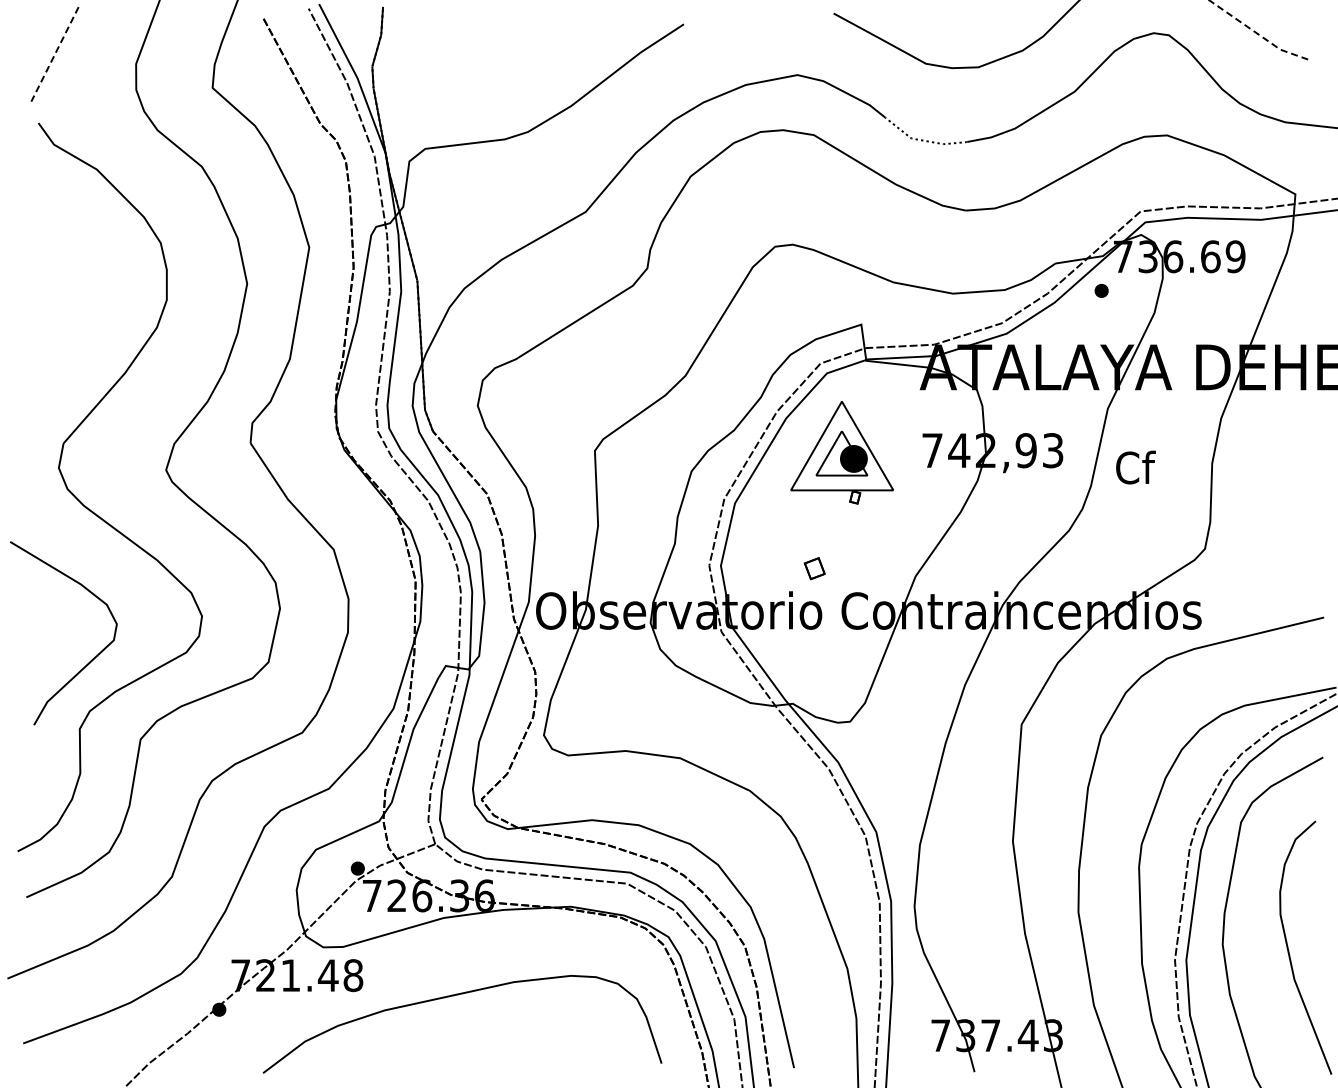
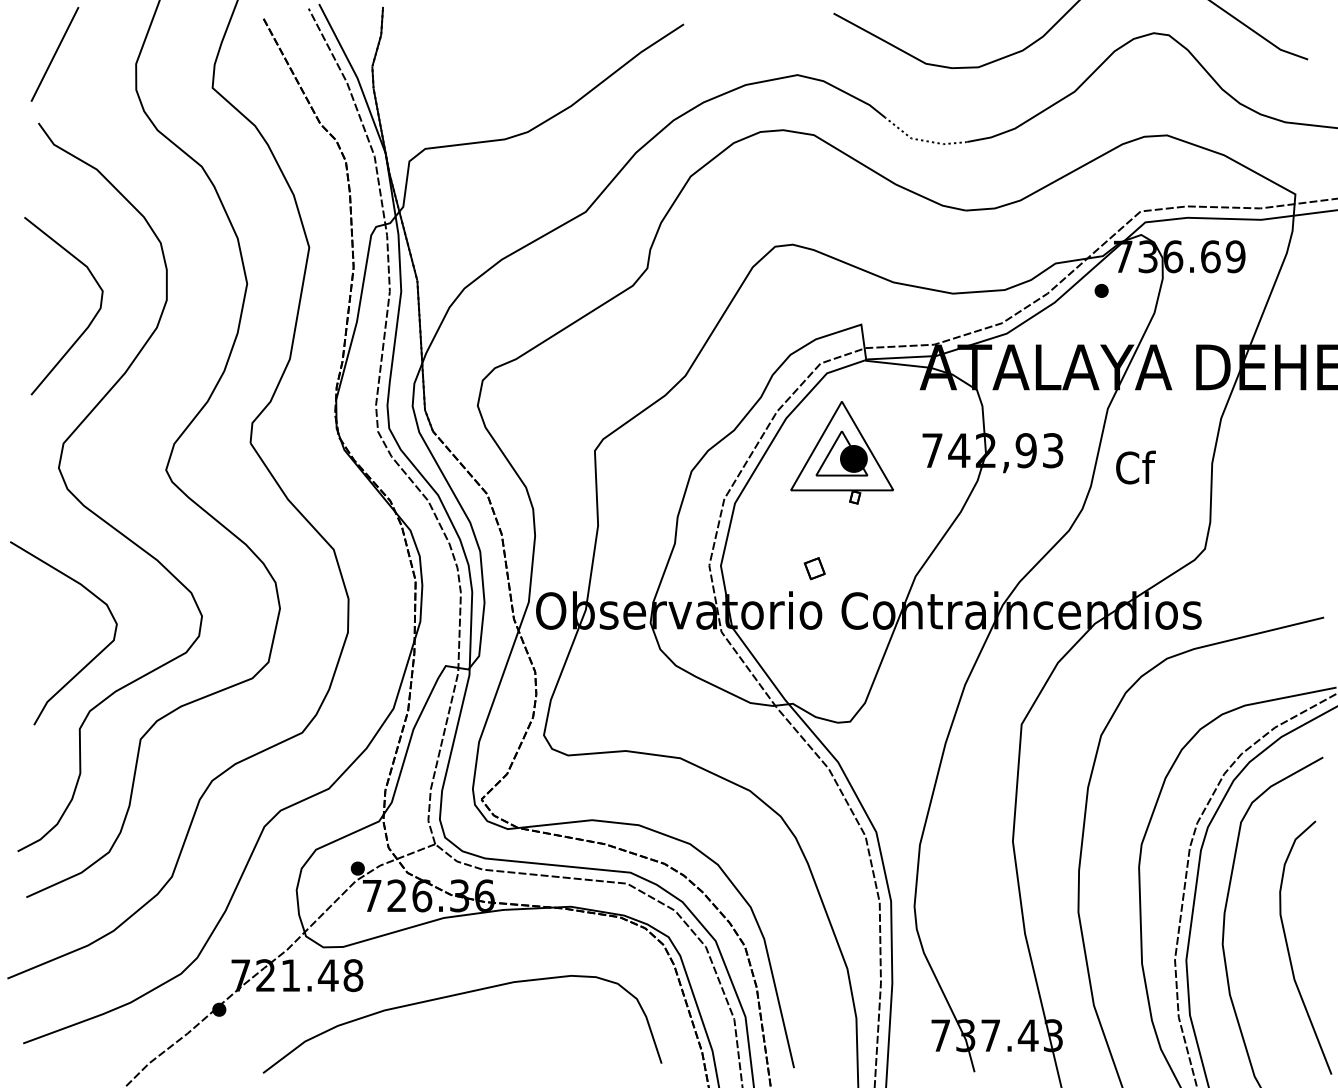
line at (1257, 33): dashed -> solid
line at (54, 54): dashed -> solid
curve at (88, 324): none -> present
